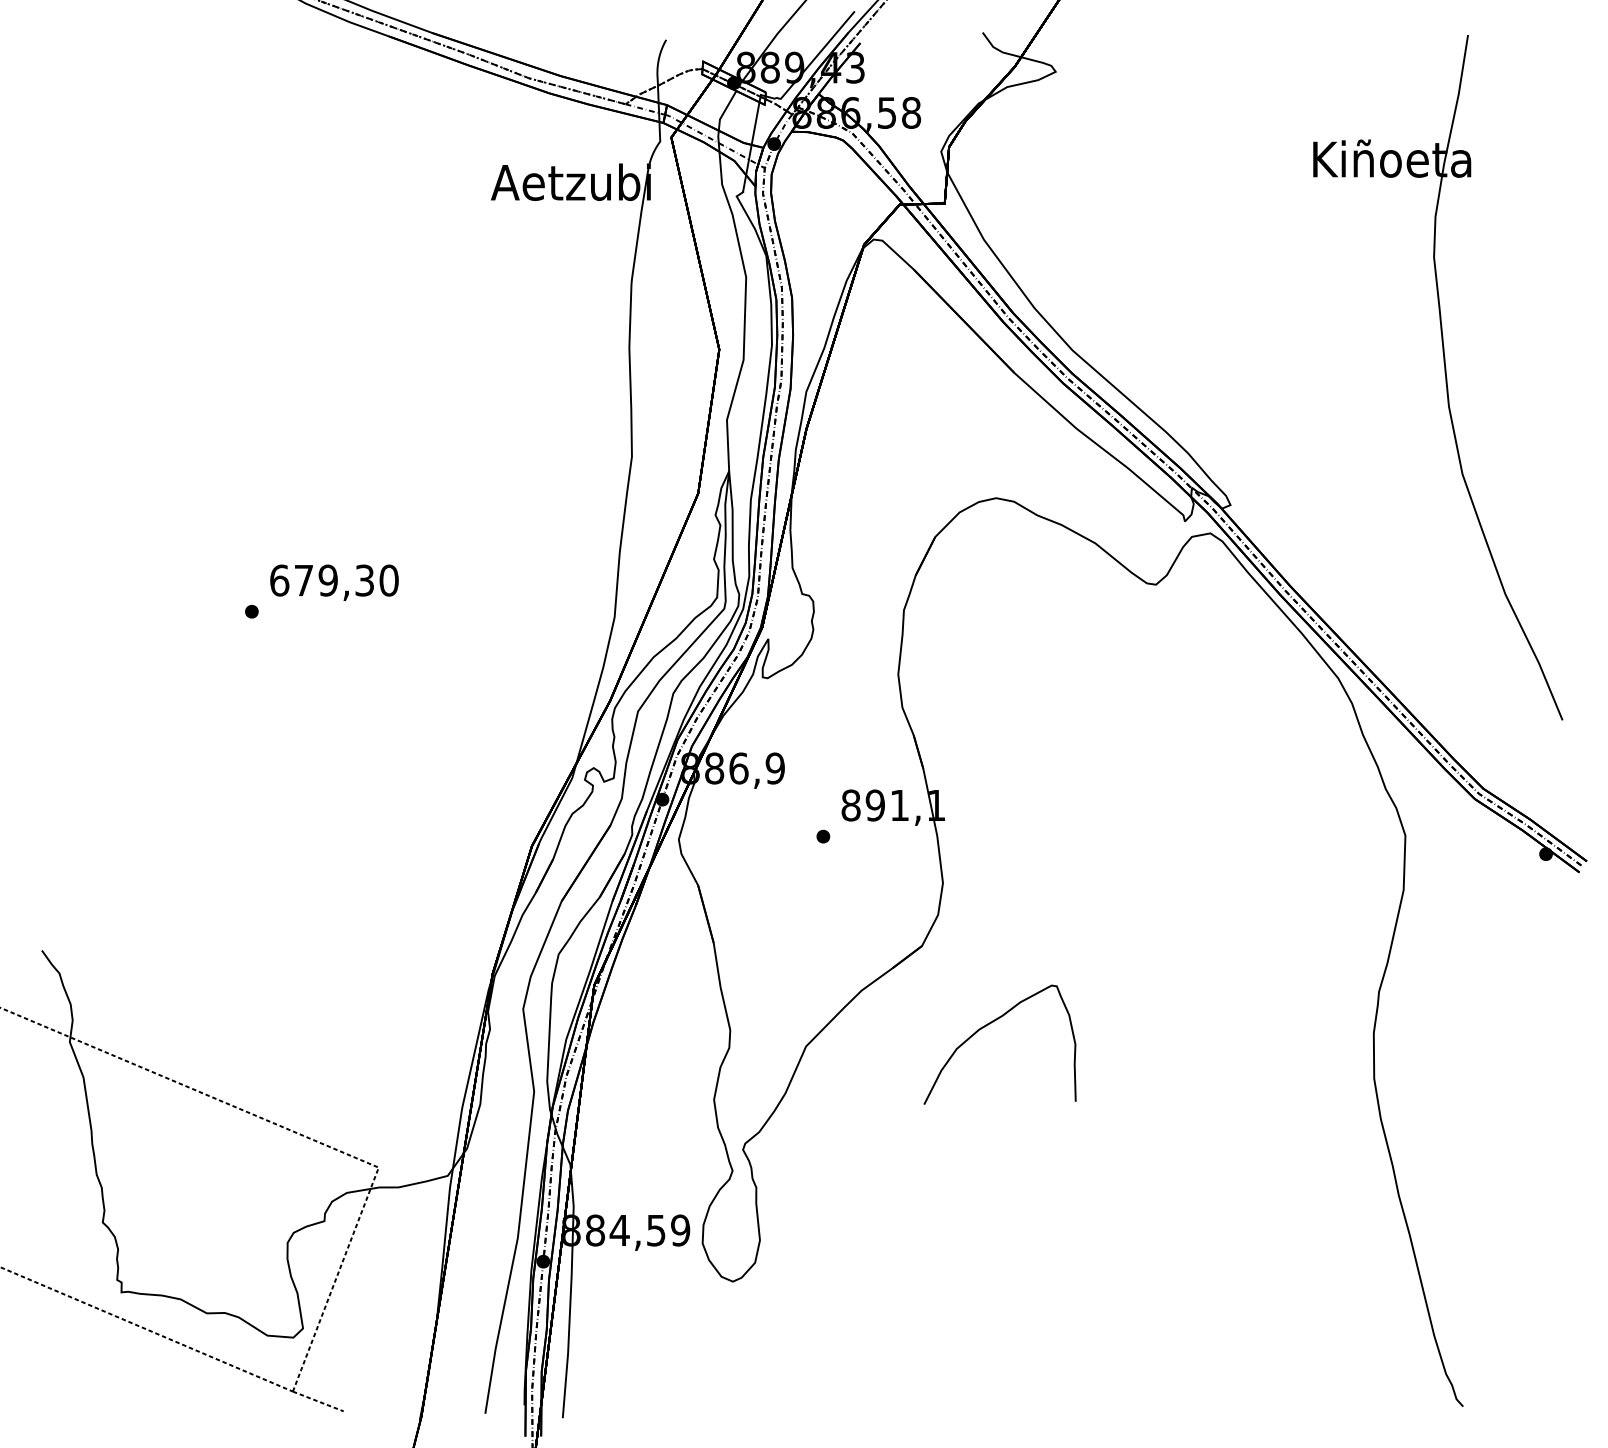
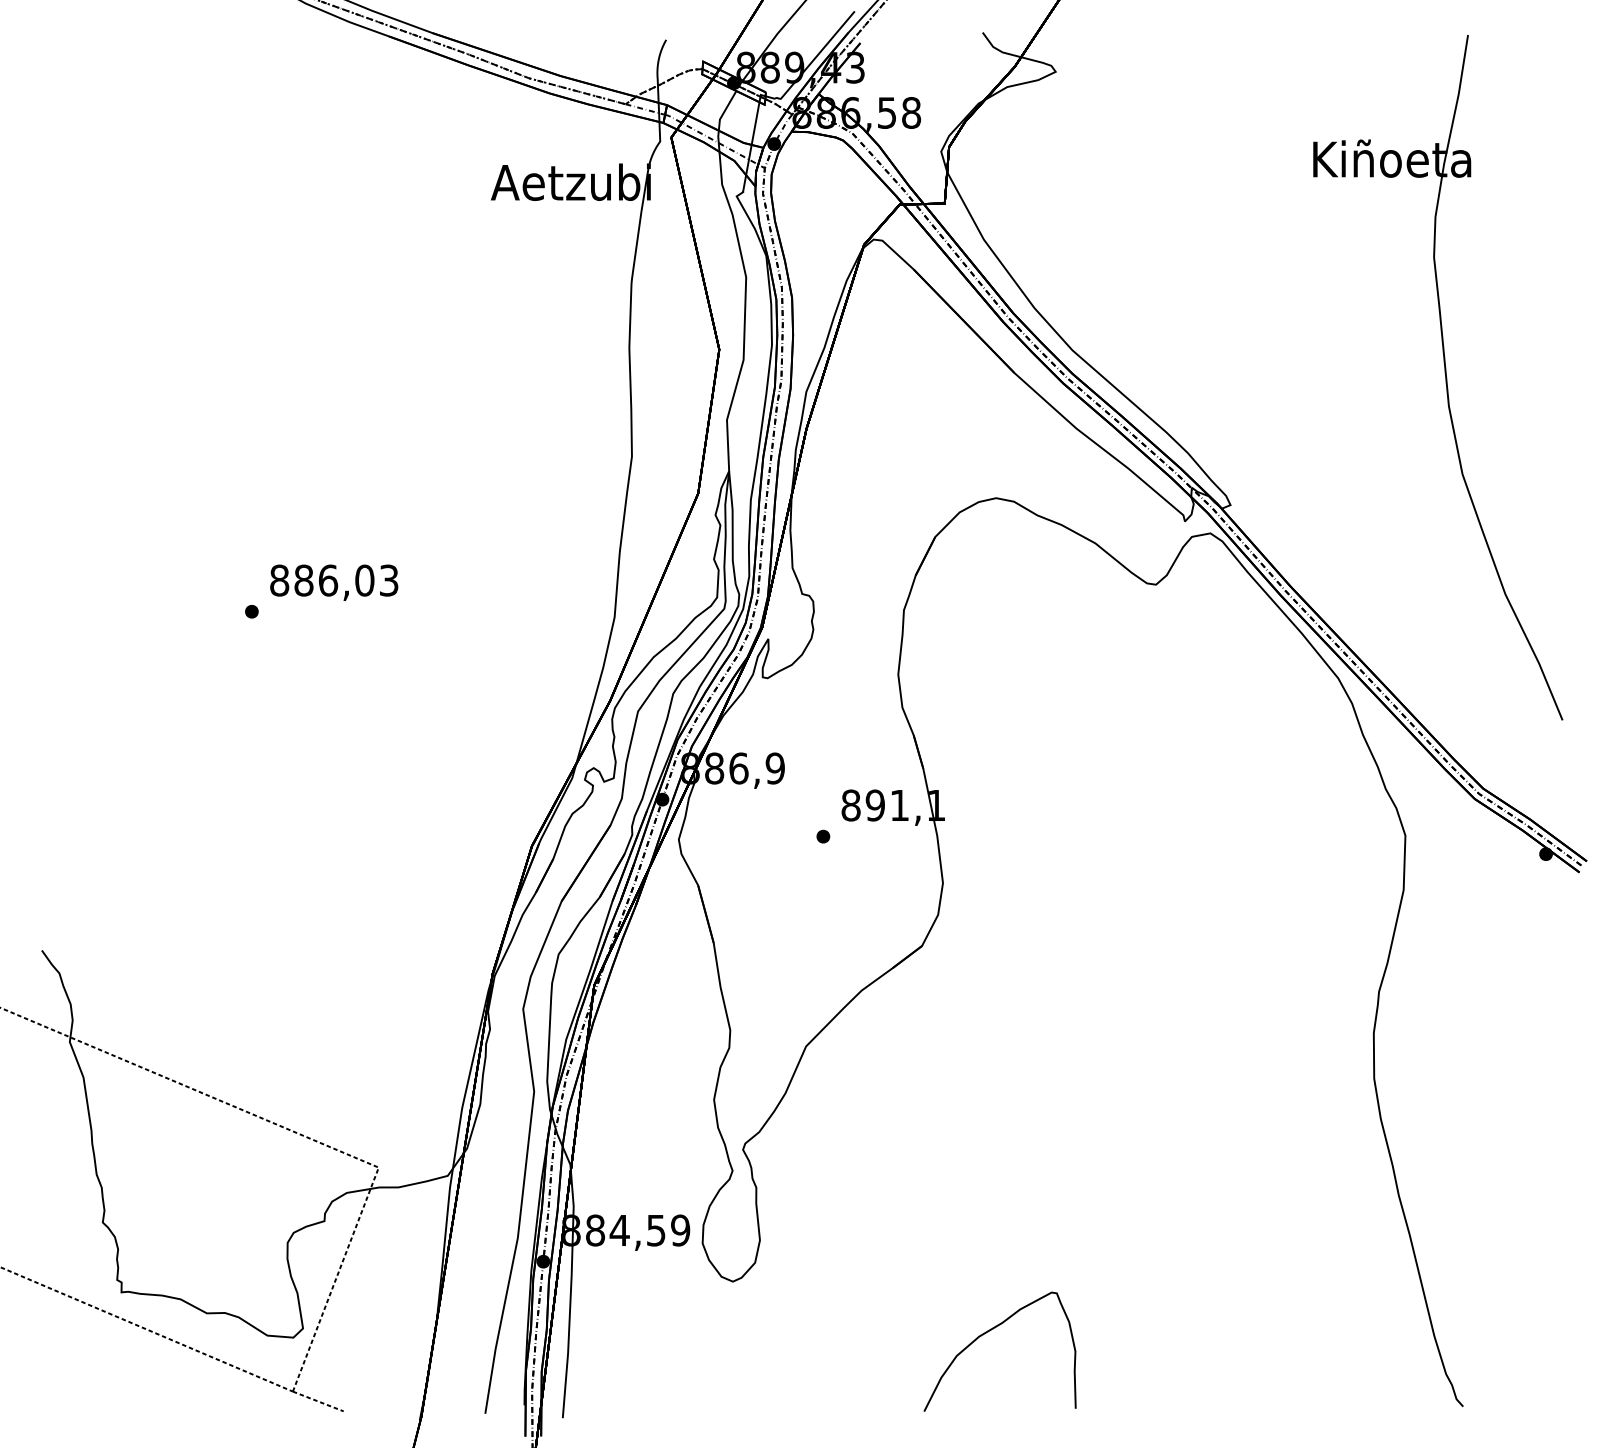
text at (334, 580): 679,30 -> 886,03
curve at (988, 1025) position: (988, 1025) -> (988, 1332)
